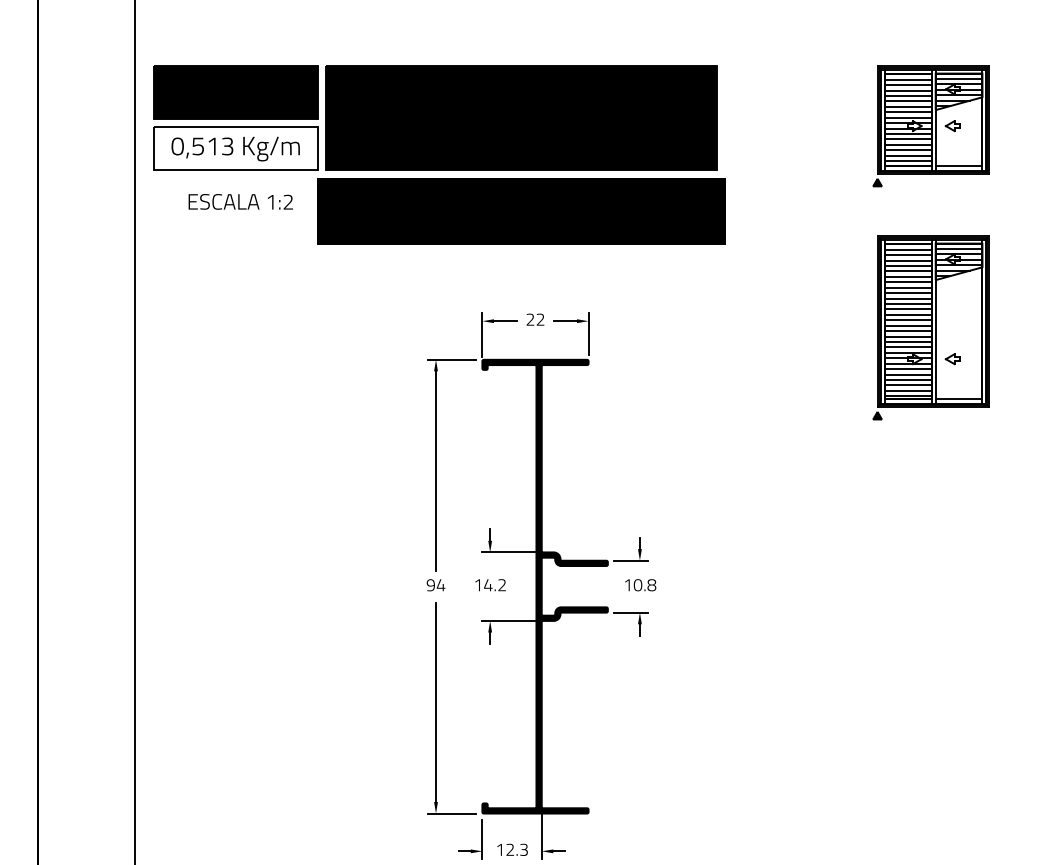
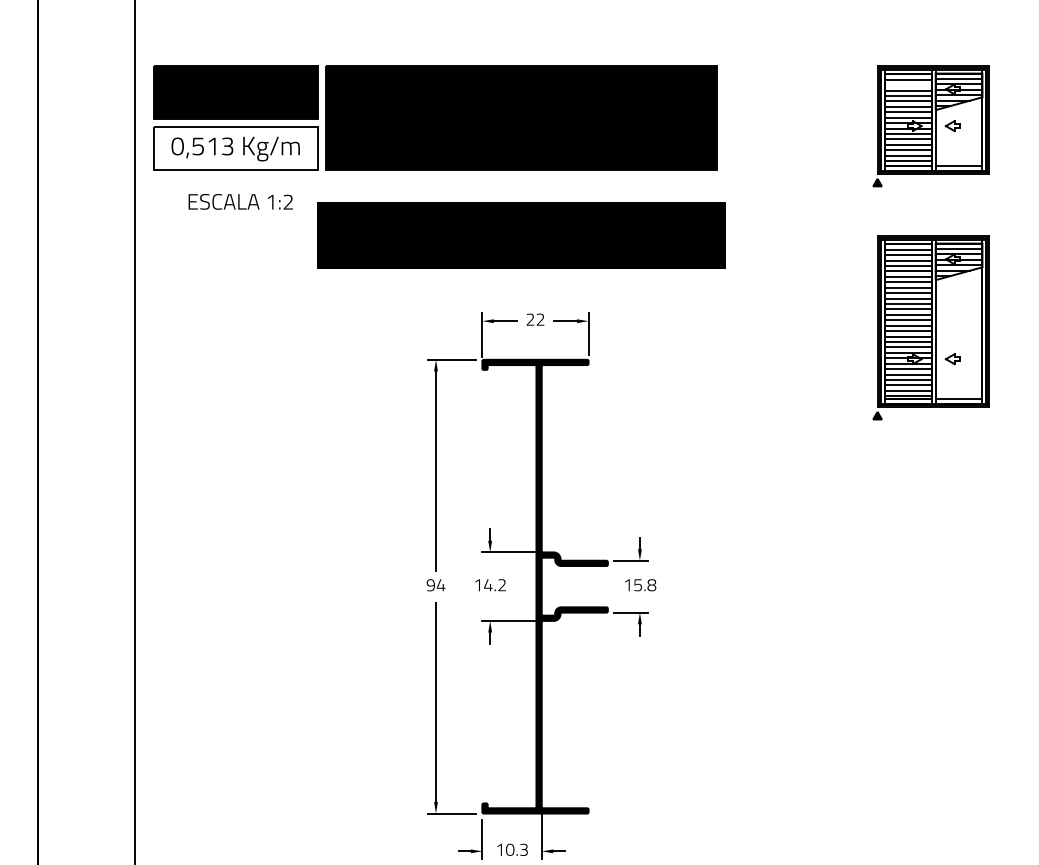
line at (908, 85): present -> none
text at (521, 211) position: (521, 211) -> (521, 235)
text at (637, 585): 10.8 -> 15.8
text at (510, 849): 12.3 -> 10.3
